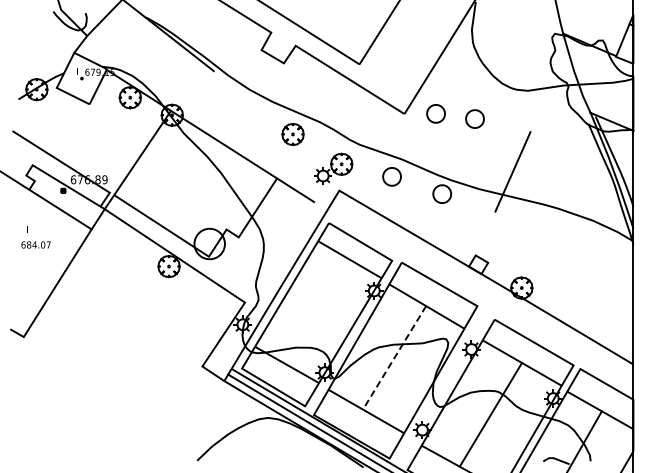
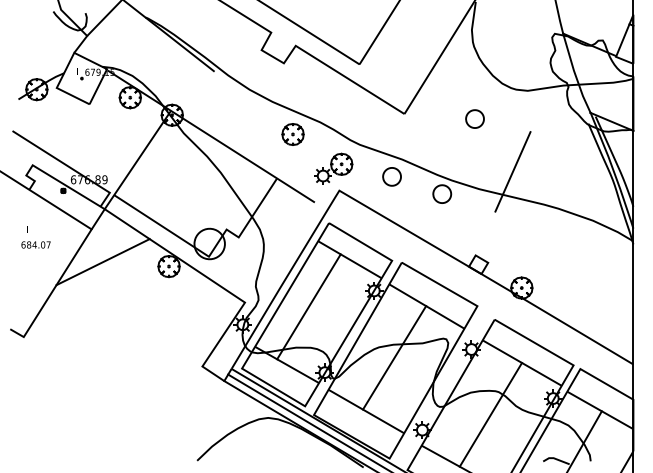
part at (435, 113): present -> none
line at (102, 262): none -> present
line at (308, 306): none -> present
line at (394, 357): dashed -> solid
